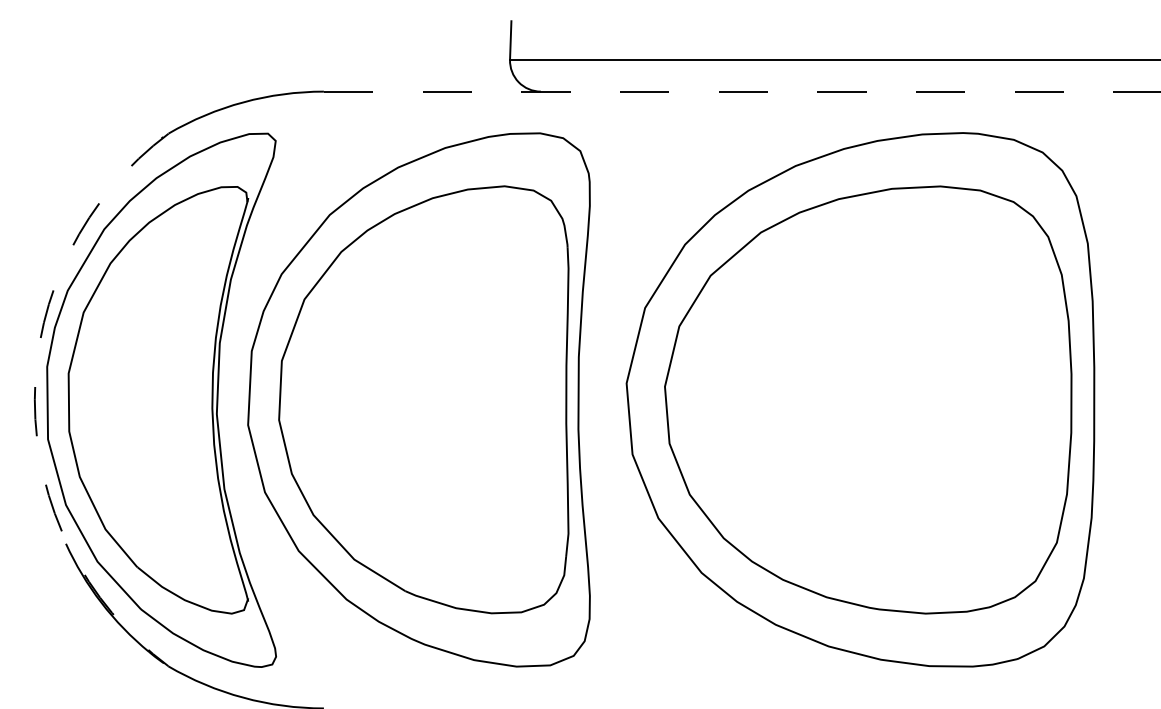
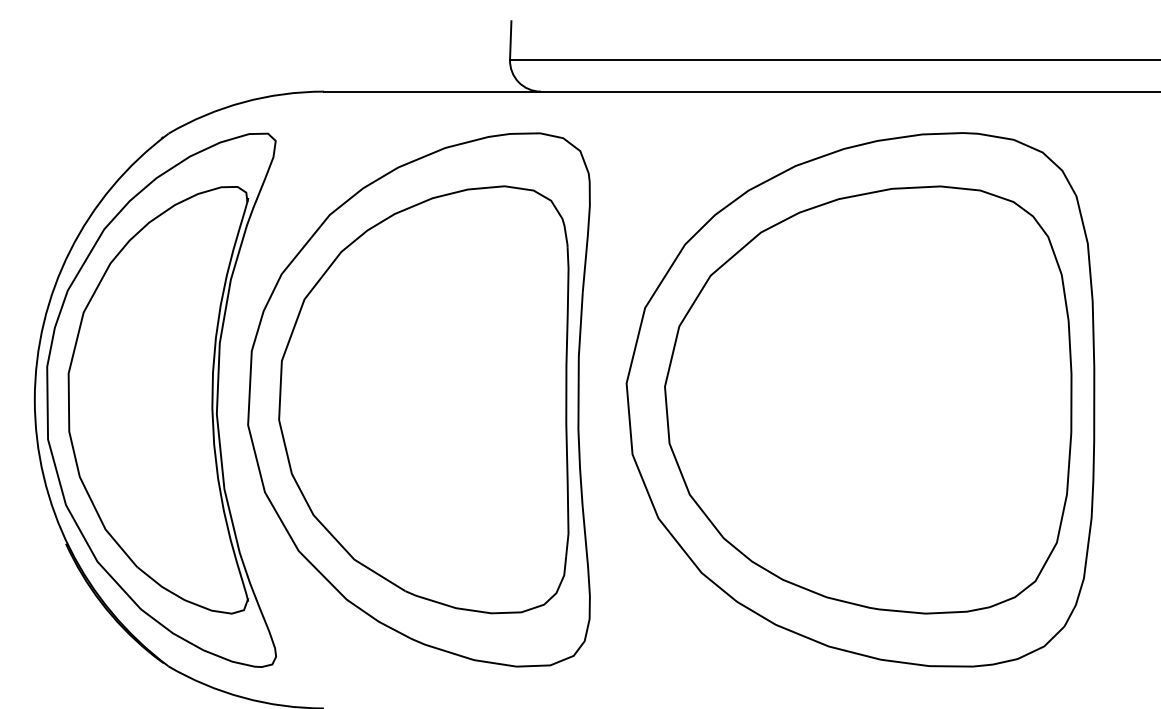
line at (742, 91): dashed -> solid
arc at (34, 399): dashed -> solid
